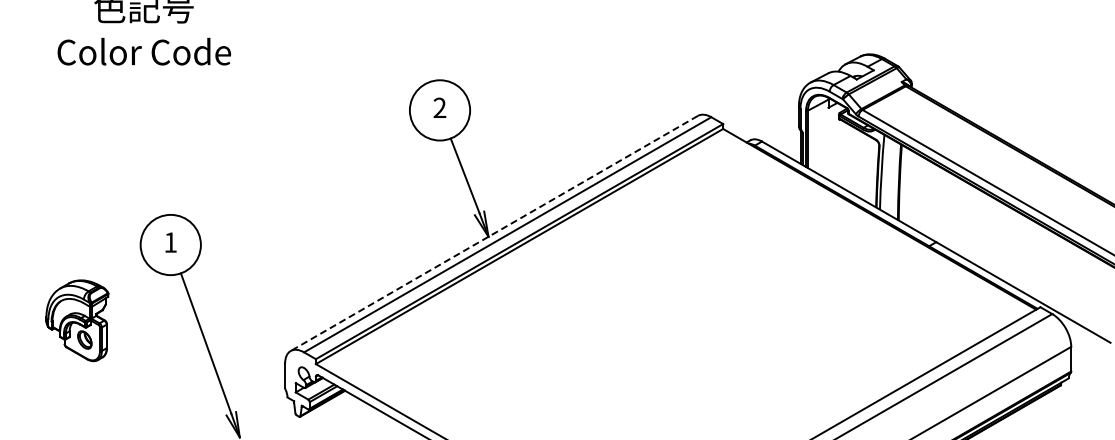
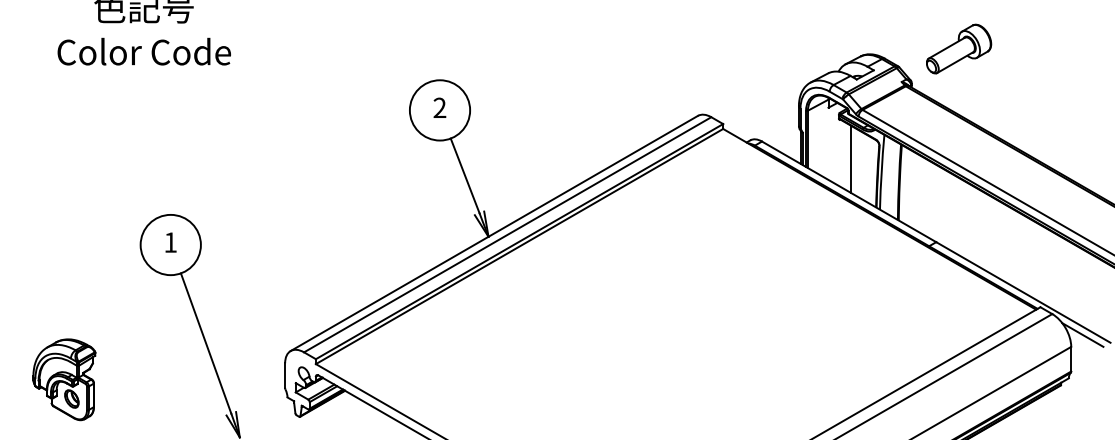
part at (959, 48): none -> present
line at (851, 158): none -> present
line at (493, 233): dashed -> solid
part at (77, 320) position: (77, 320) -> (64, 379)
line at (1082, 334): none -> present
